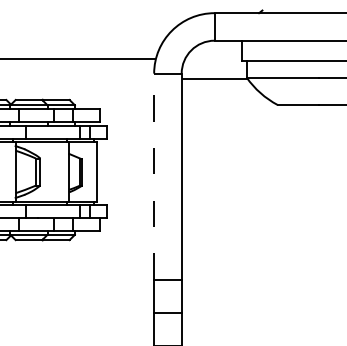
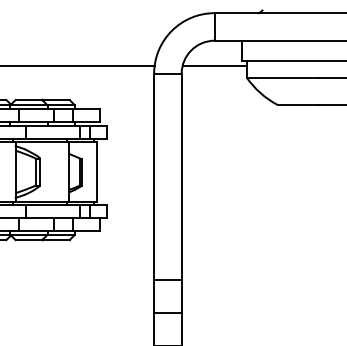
line at (78, 59) position: (78, 59) -> (78, 66)
line at (214, 79) position: (214, 79) -> (214, 66)
line at (154, 176): dashed -> solid
